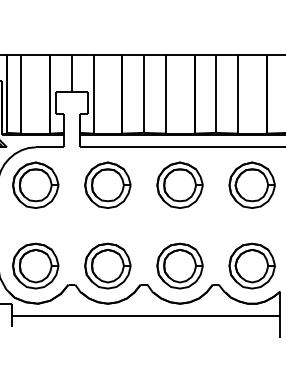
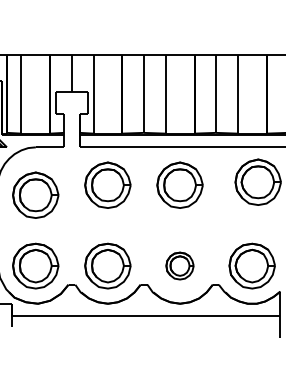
part at (35, 184) position: (35, 184) -> (35, 194)
part at (251, 184) position: (251, 184) -> (257, 181)
part at (179, 265) size: 48x48 px -> 30x30 px
